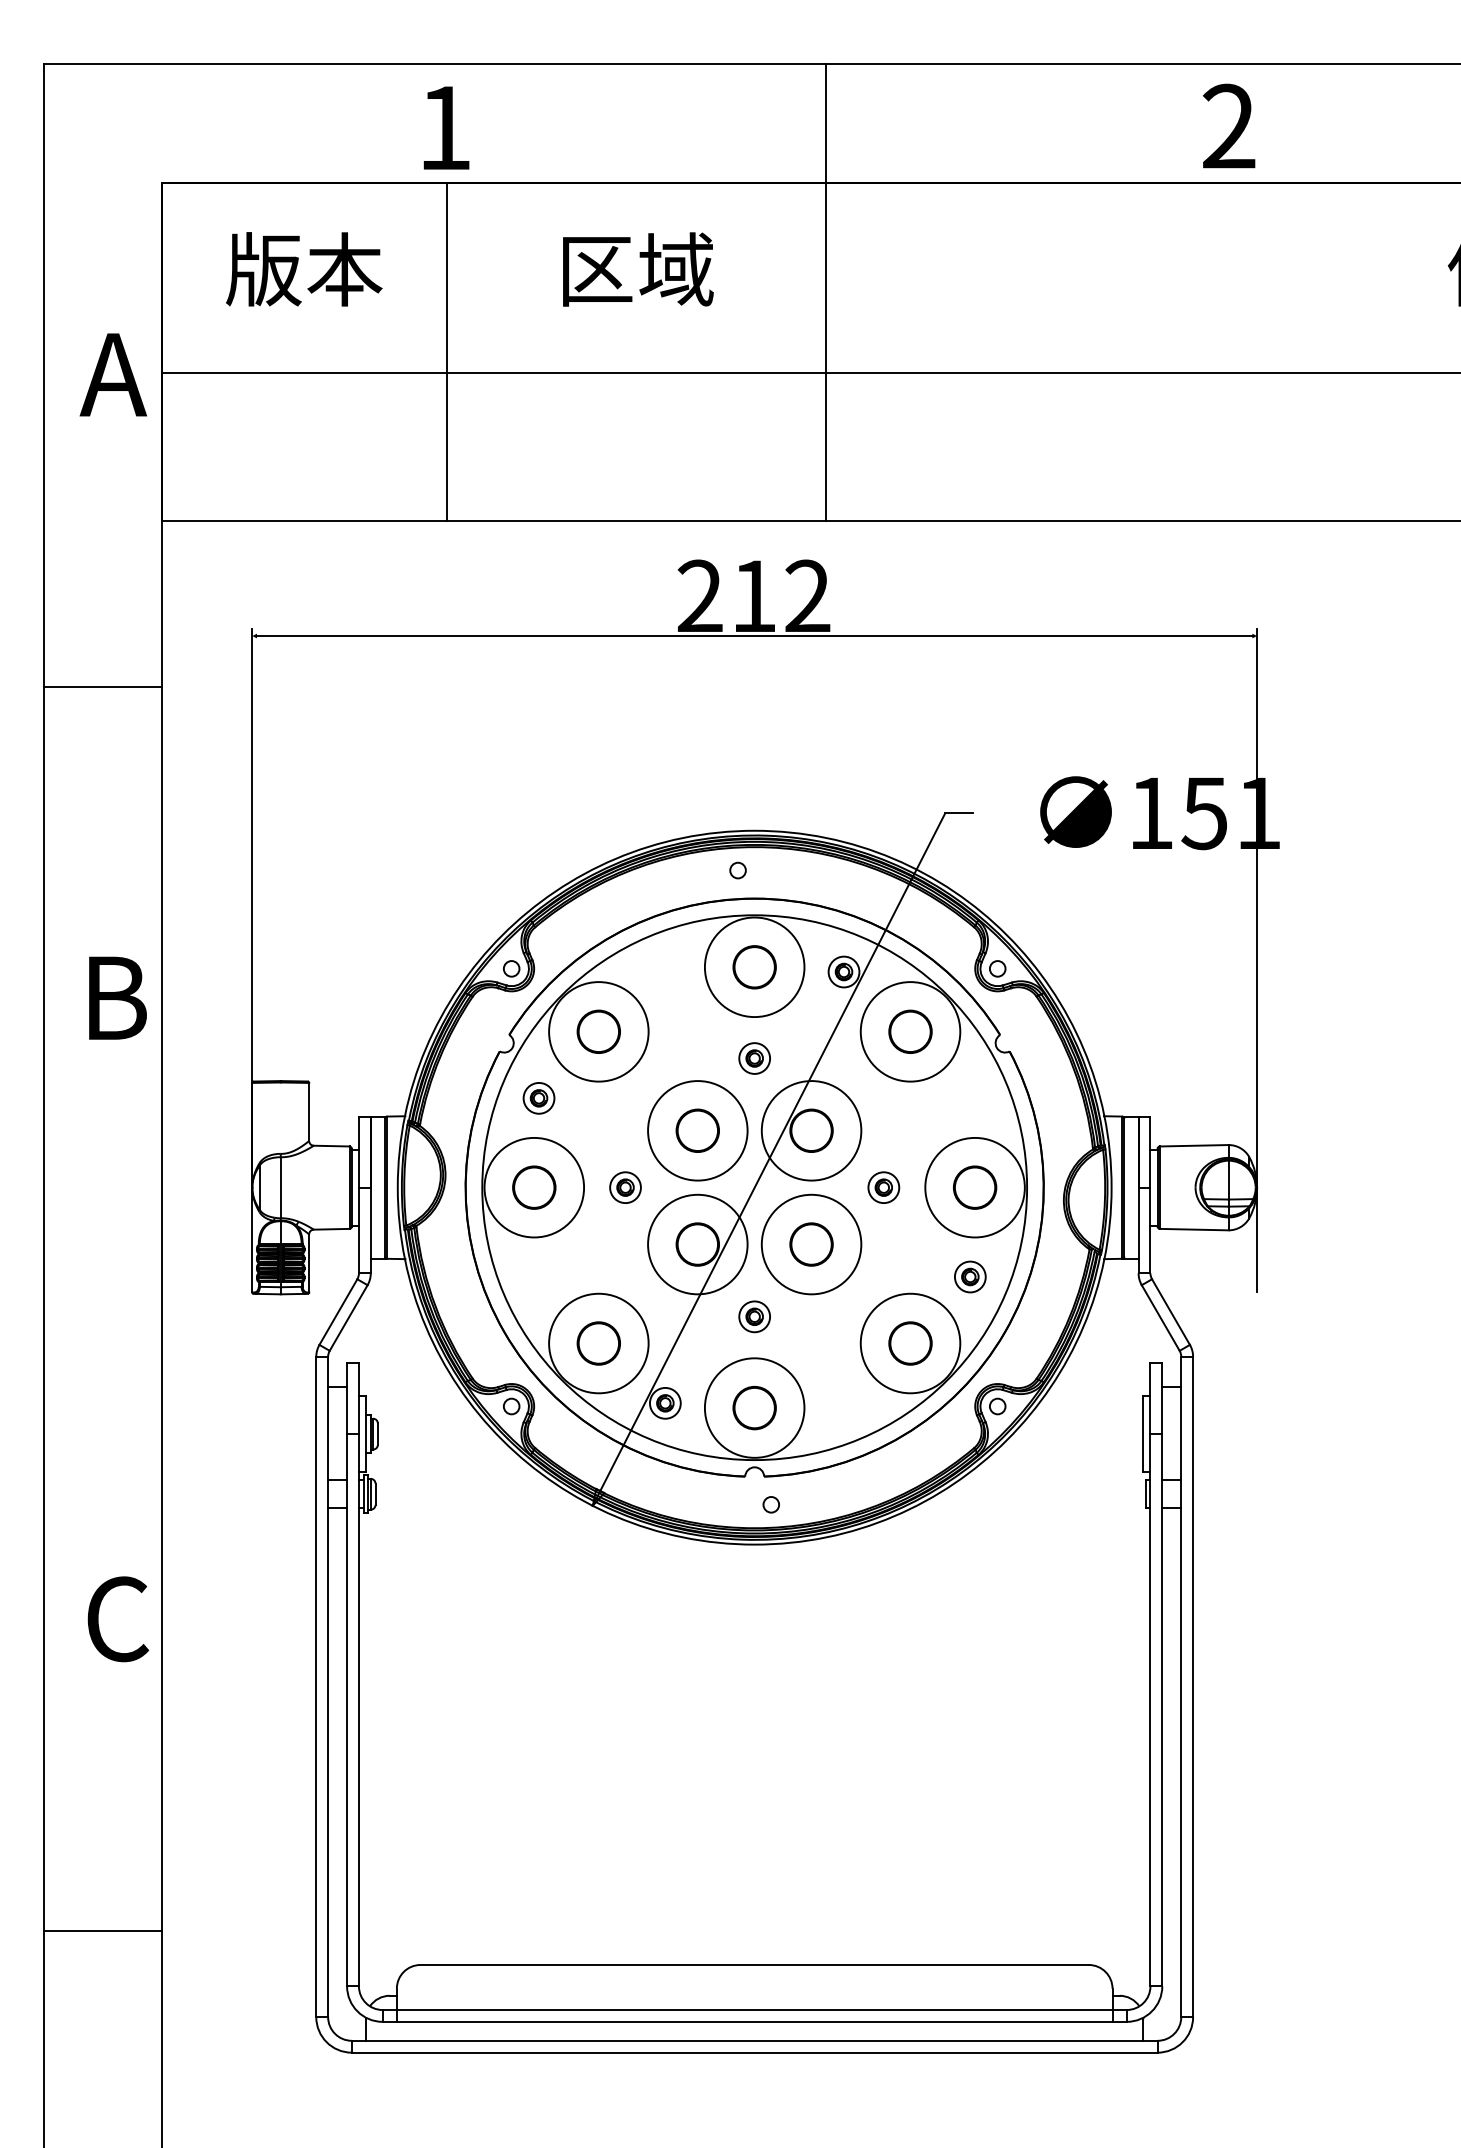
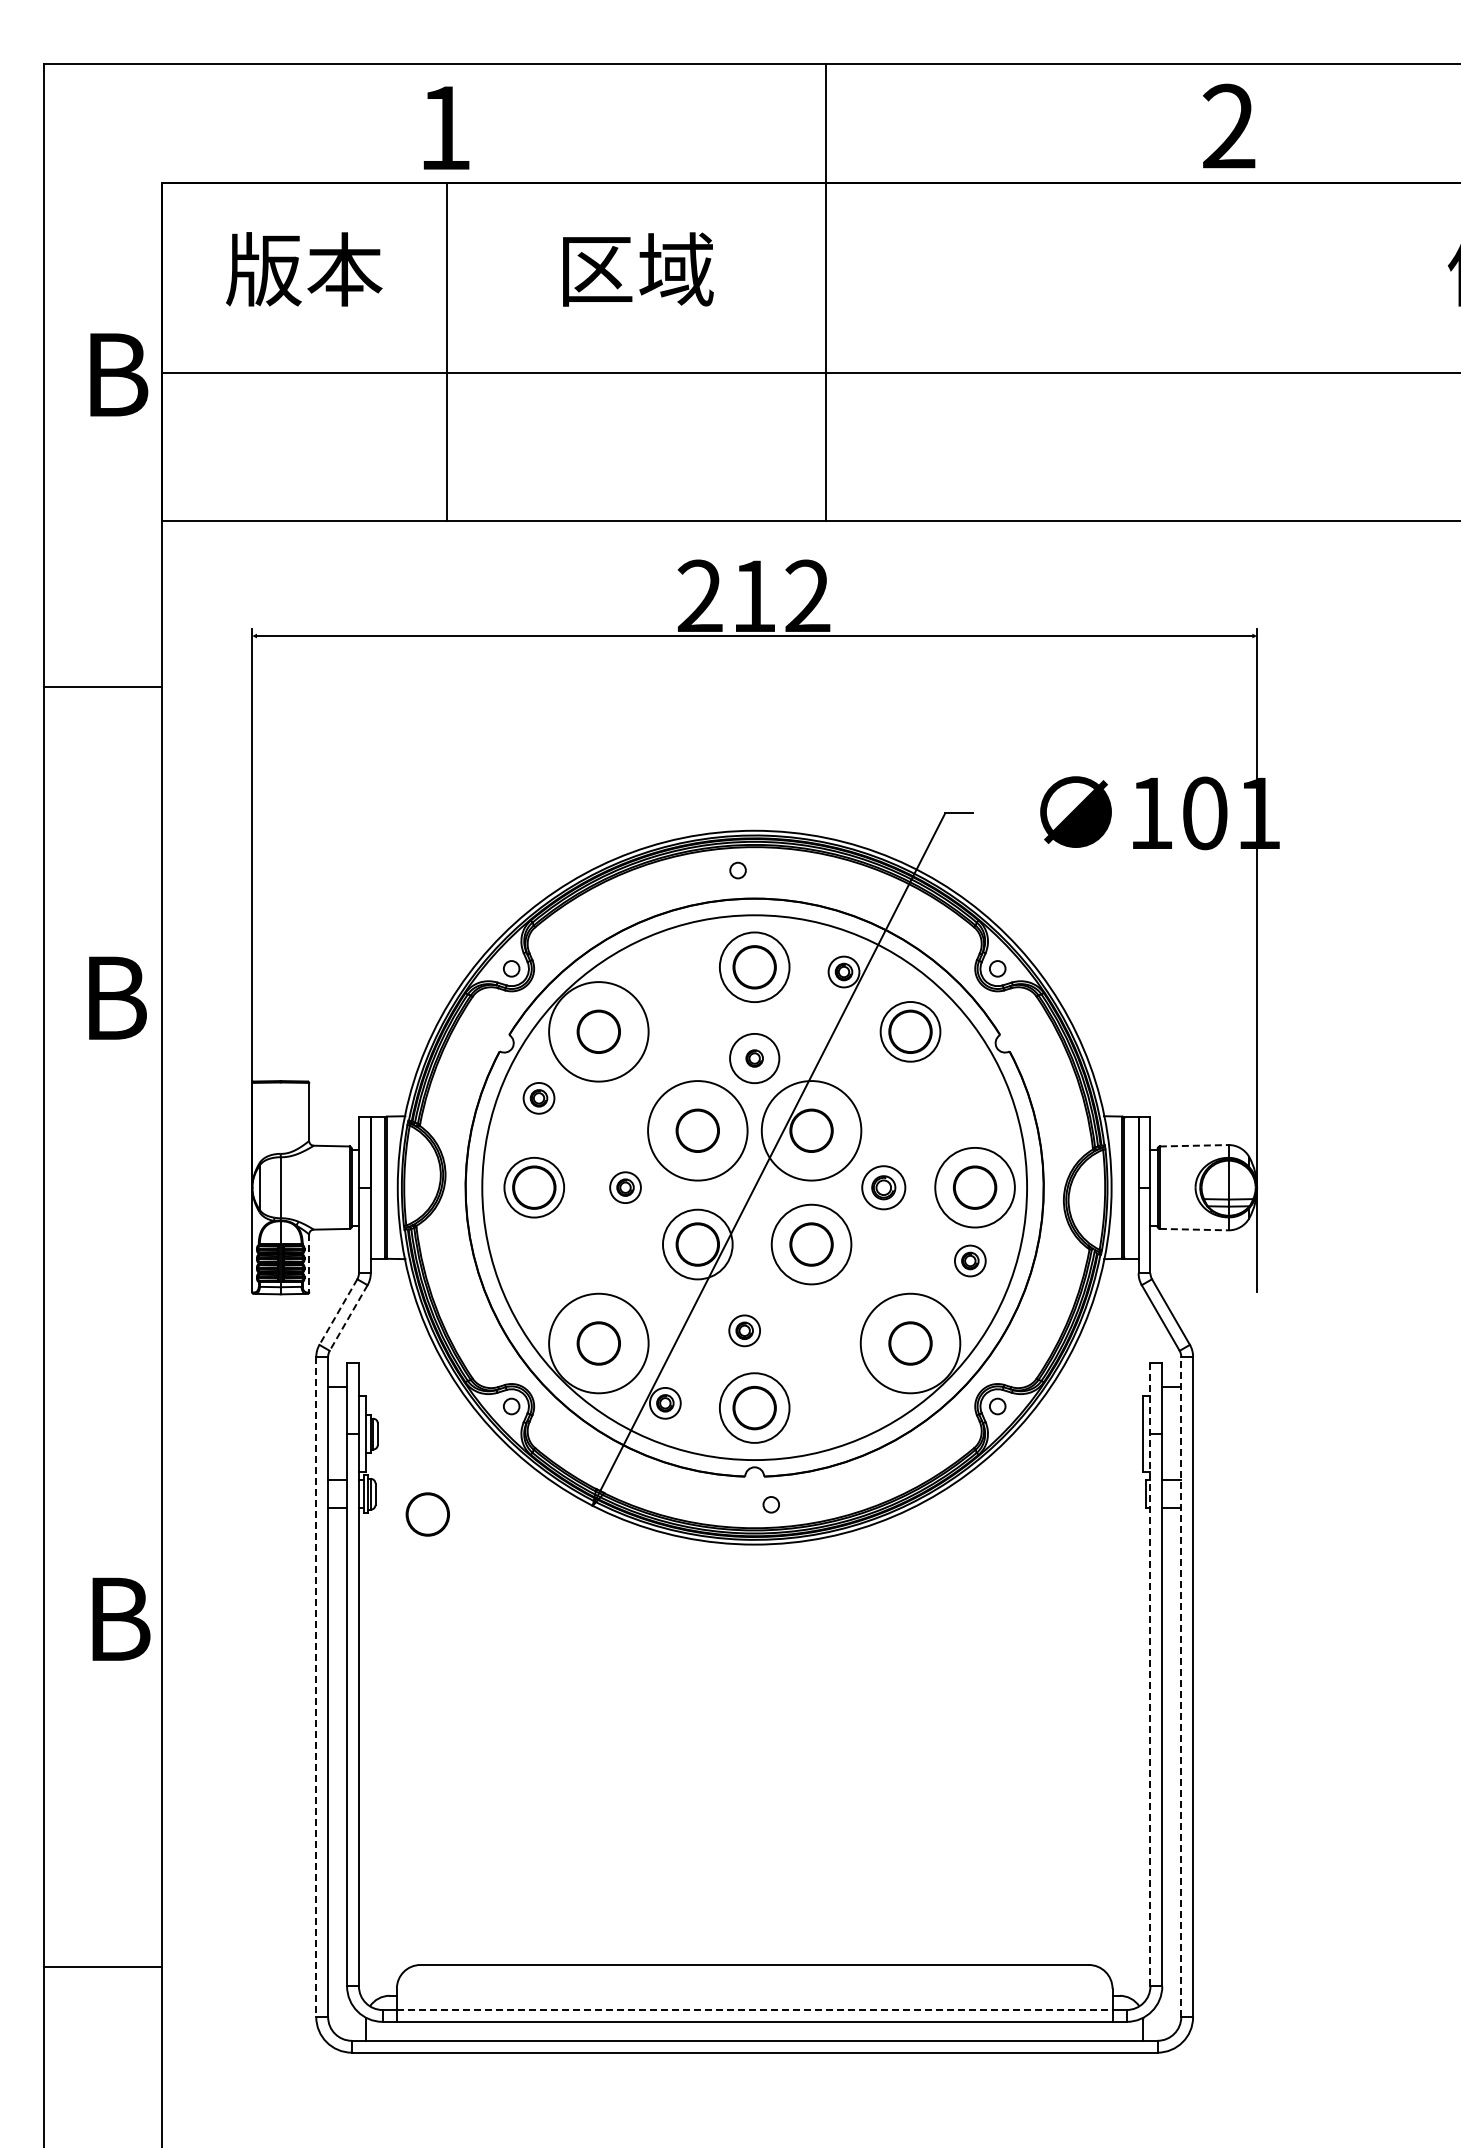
text at (113, 374): A -> B
text at (1204, 813): 151 -> 101
circle at (754, 967) diameter: 100 px -> 70 px
circle at (910, 1031) diameter: 100 px -> 60 px
circle at (754, 1058) diameter: 31 px -> 49 px
line at (1194, 1145): solid -> dashed
circle at (534, 1187) diameter: 100 px -> 60 px
part at (883, 1187) size: 34x33 px -> 46x46 px
circle at (974, 1187) diameter: 100 px -> 80 px
line at (1194, 1229): solid -> dashed
circle at (697, 1244) diameter: 100 px -> 70 px
circle at (811, 1244) diameter: 100 px -> 80 px
line at (309, 1263): solid -> dashed
part at (970, 1276) position: (970, 1276) -> (970, 1260)
line at (338, 1312): solid -> dashed
part at (754, 1316) position: (754, 1316) -> (744, 1330)
line at (348, 1318): solid -> dashed
circle at (754, 1407) diameter: 100 px -> 70 px
circle at (427, 1514): none -> present
text at (118, 1619): C -> B
line at (1150, 1674): solid -> dashed
line at (1181, 1686): solid -> dashed
line at (316, 1687): solid -> dashed
line at (102, 1930) position: (102, 1930) -> (102, 1966)
line at (754, 2010): solid -> dashed
